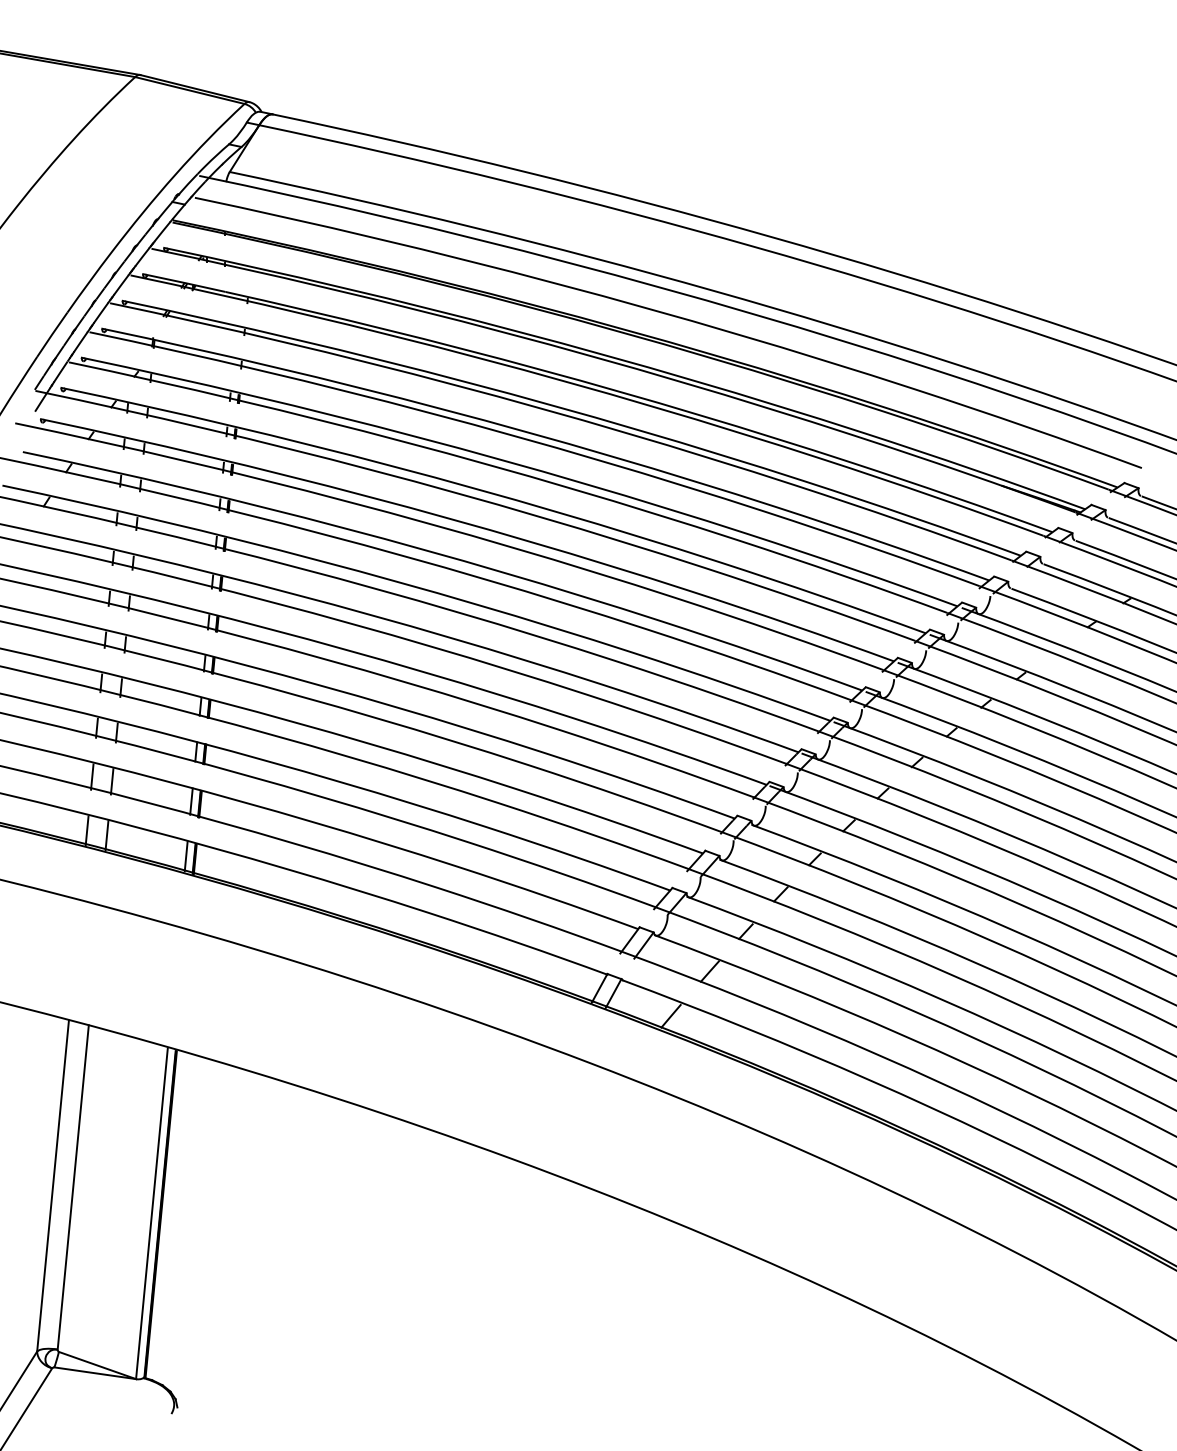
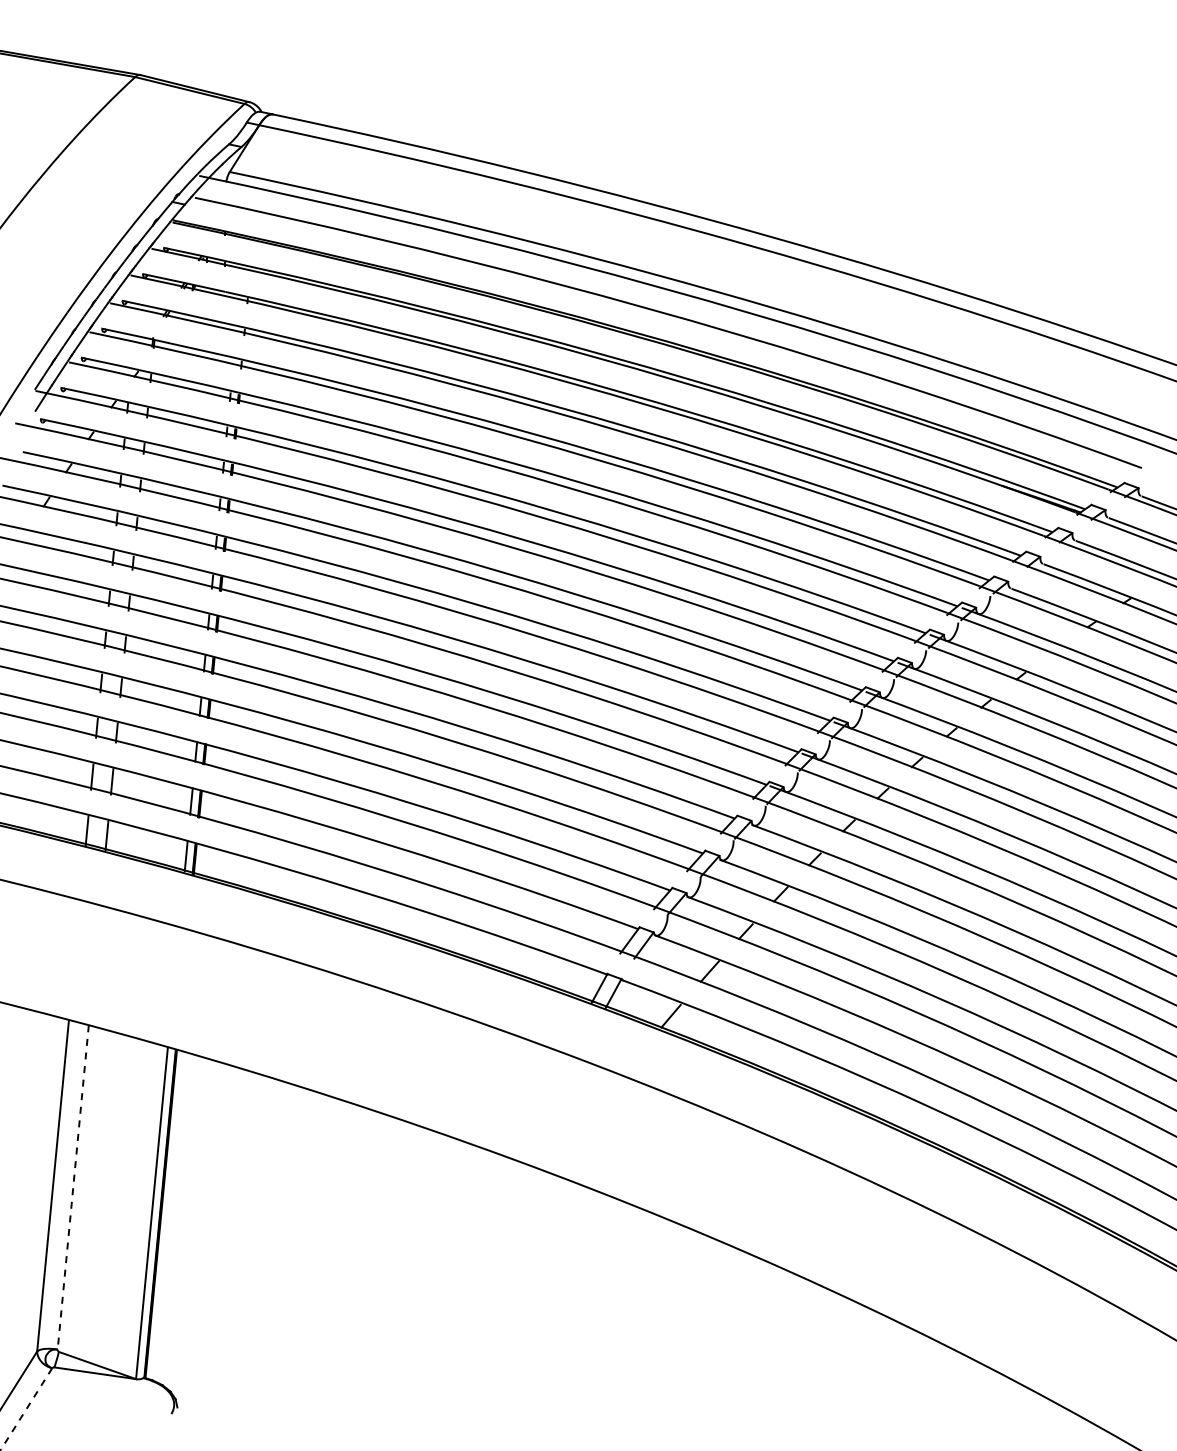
line at (73, 1187): solid -> dashed
line at (26, 1409): solid -> dashed
